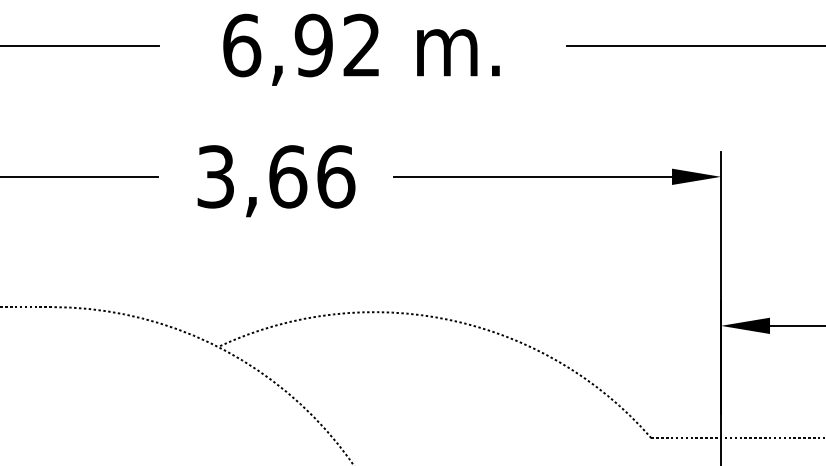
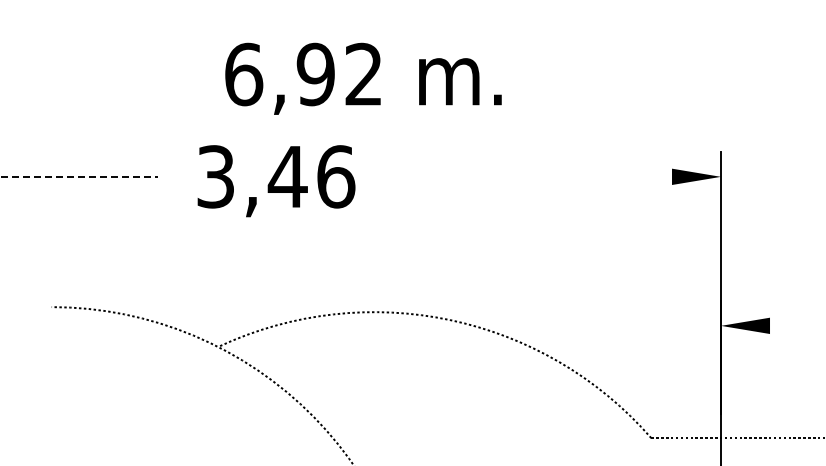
line at (80, 45): present -> none
line at (694, 45): present -> none
text at (361, 49) position: (361, 49) -> (363, 78)
line at (79, 176): solid -> dashed
text at (287, 176): 3,66 -> 3,46
line at (532, 176): present -> none
line at (26, 307): present -> none
line at (796, 325): present -> none
